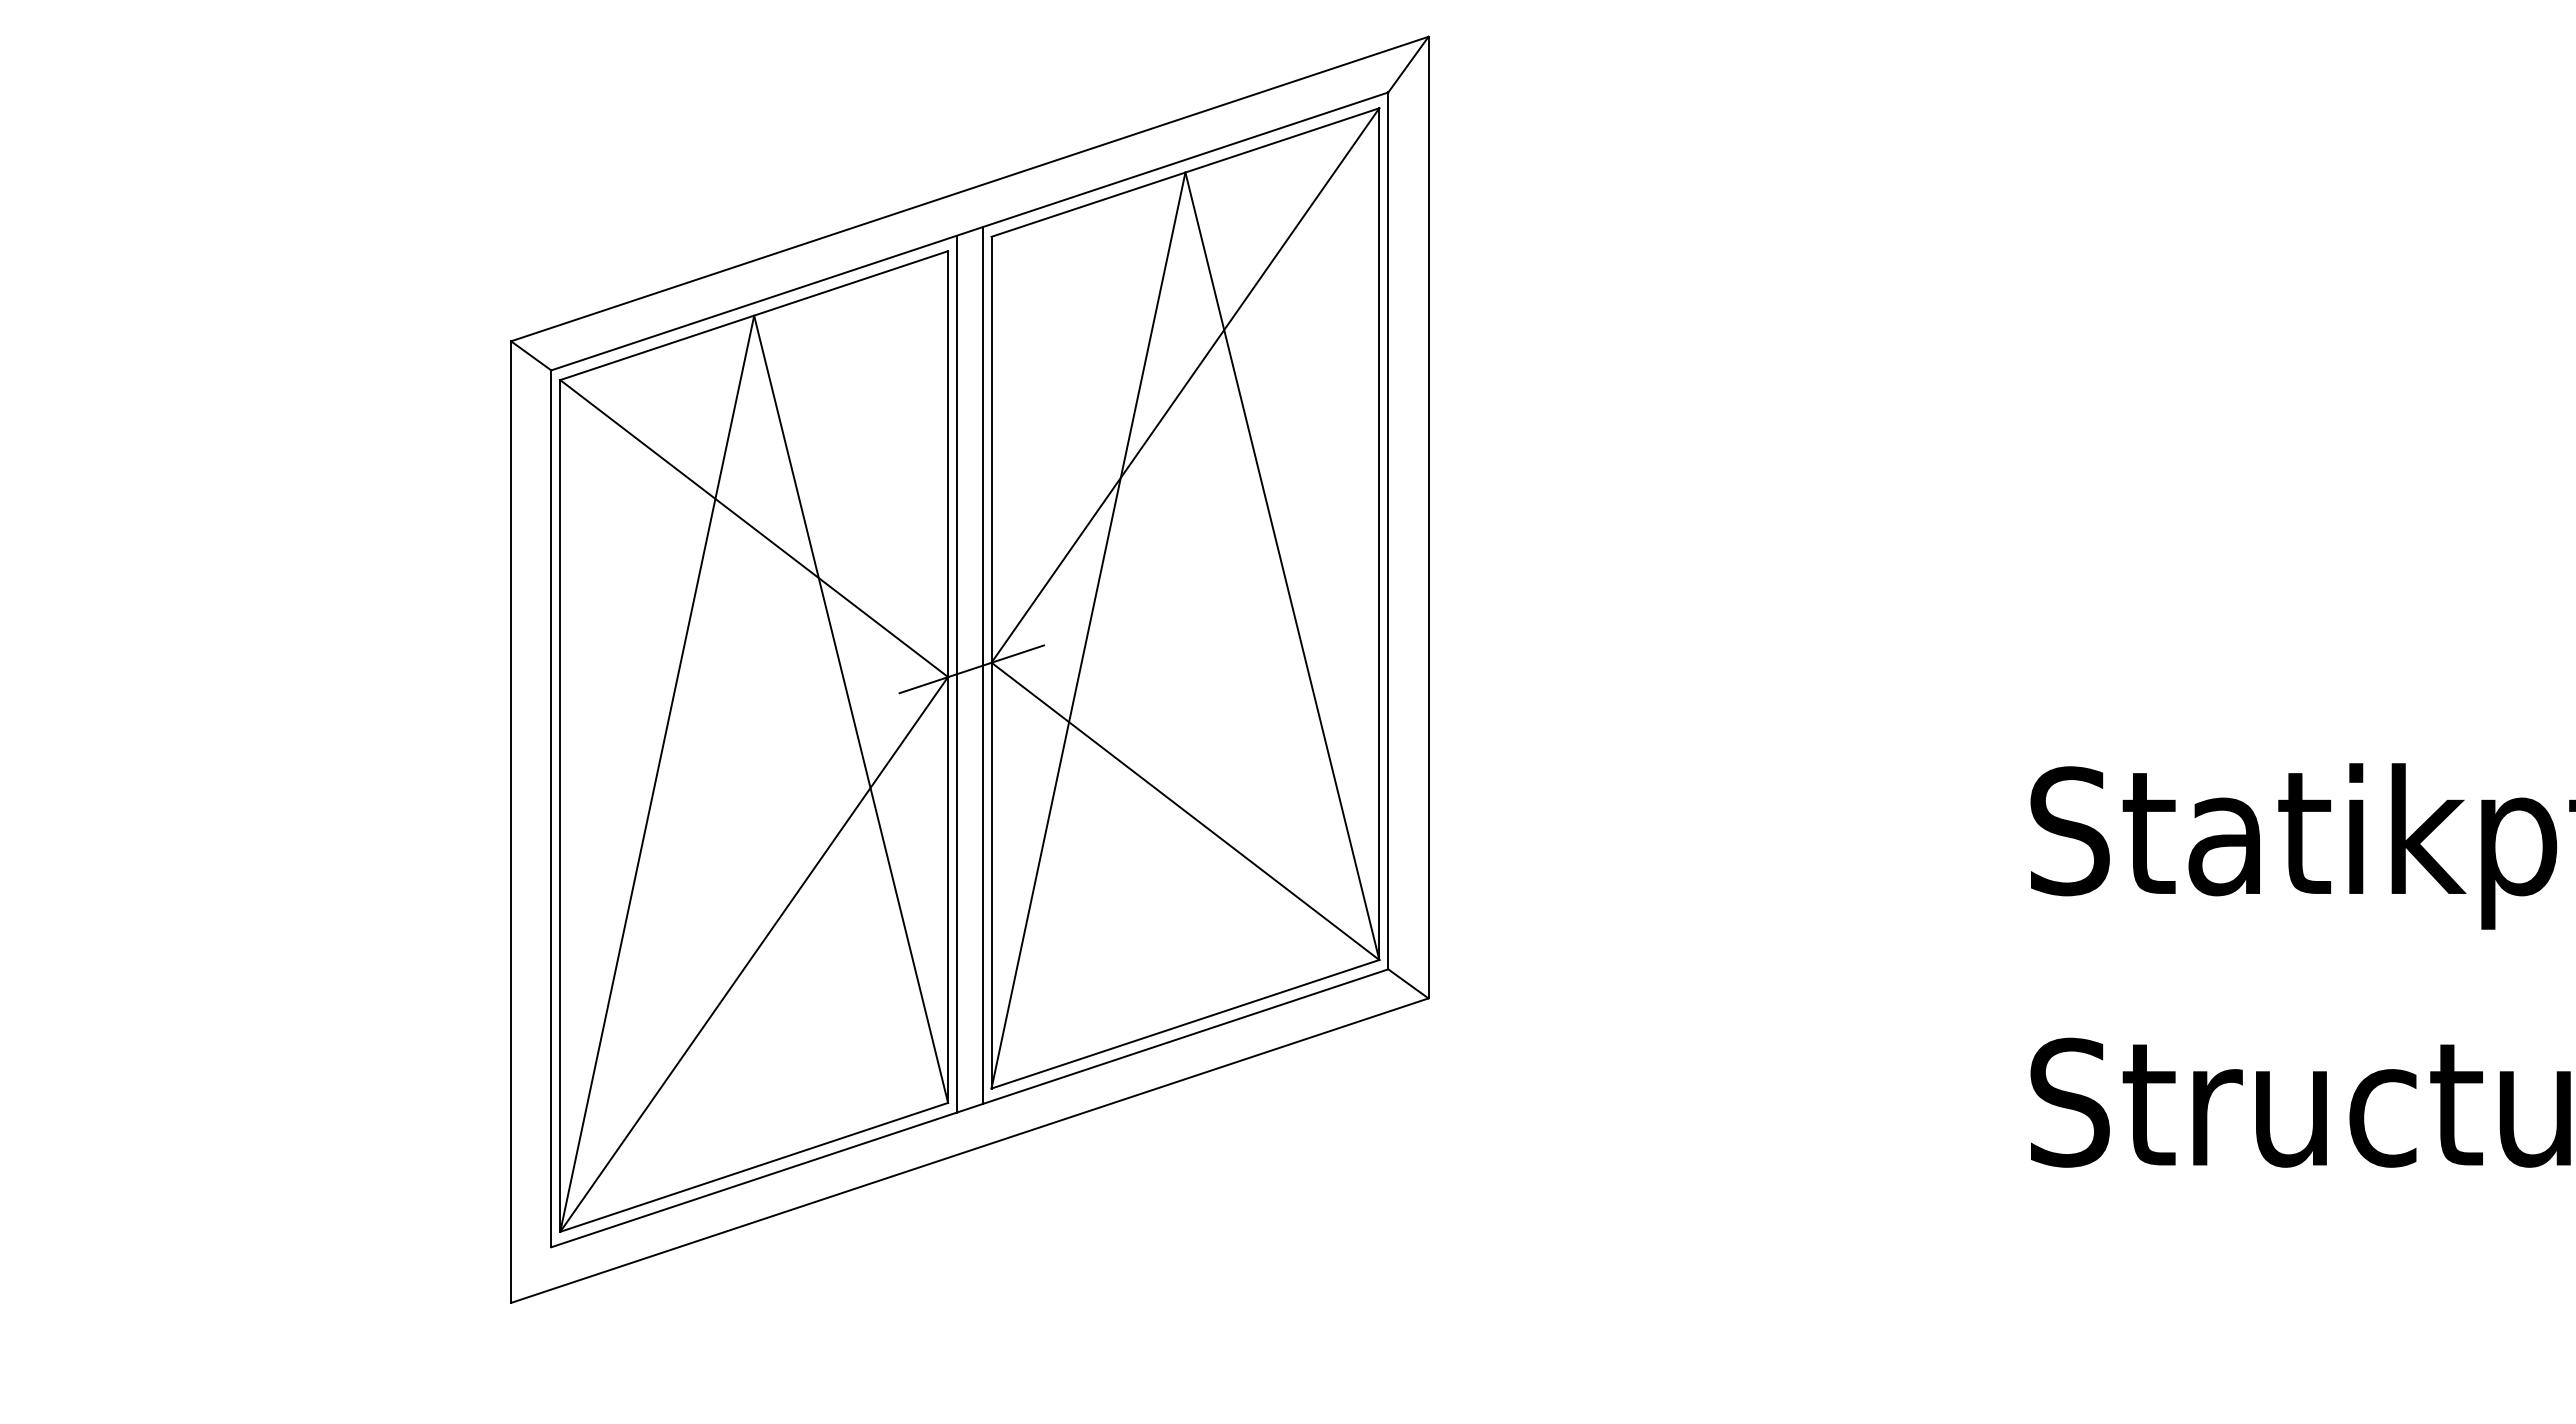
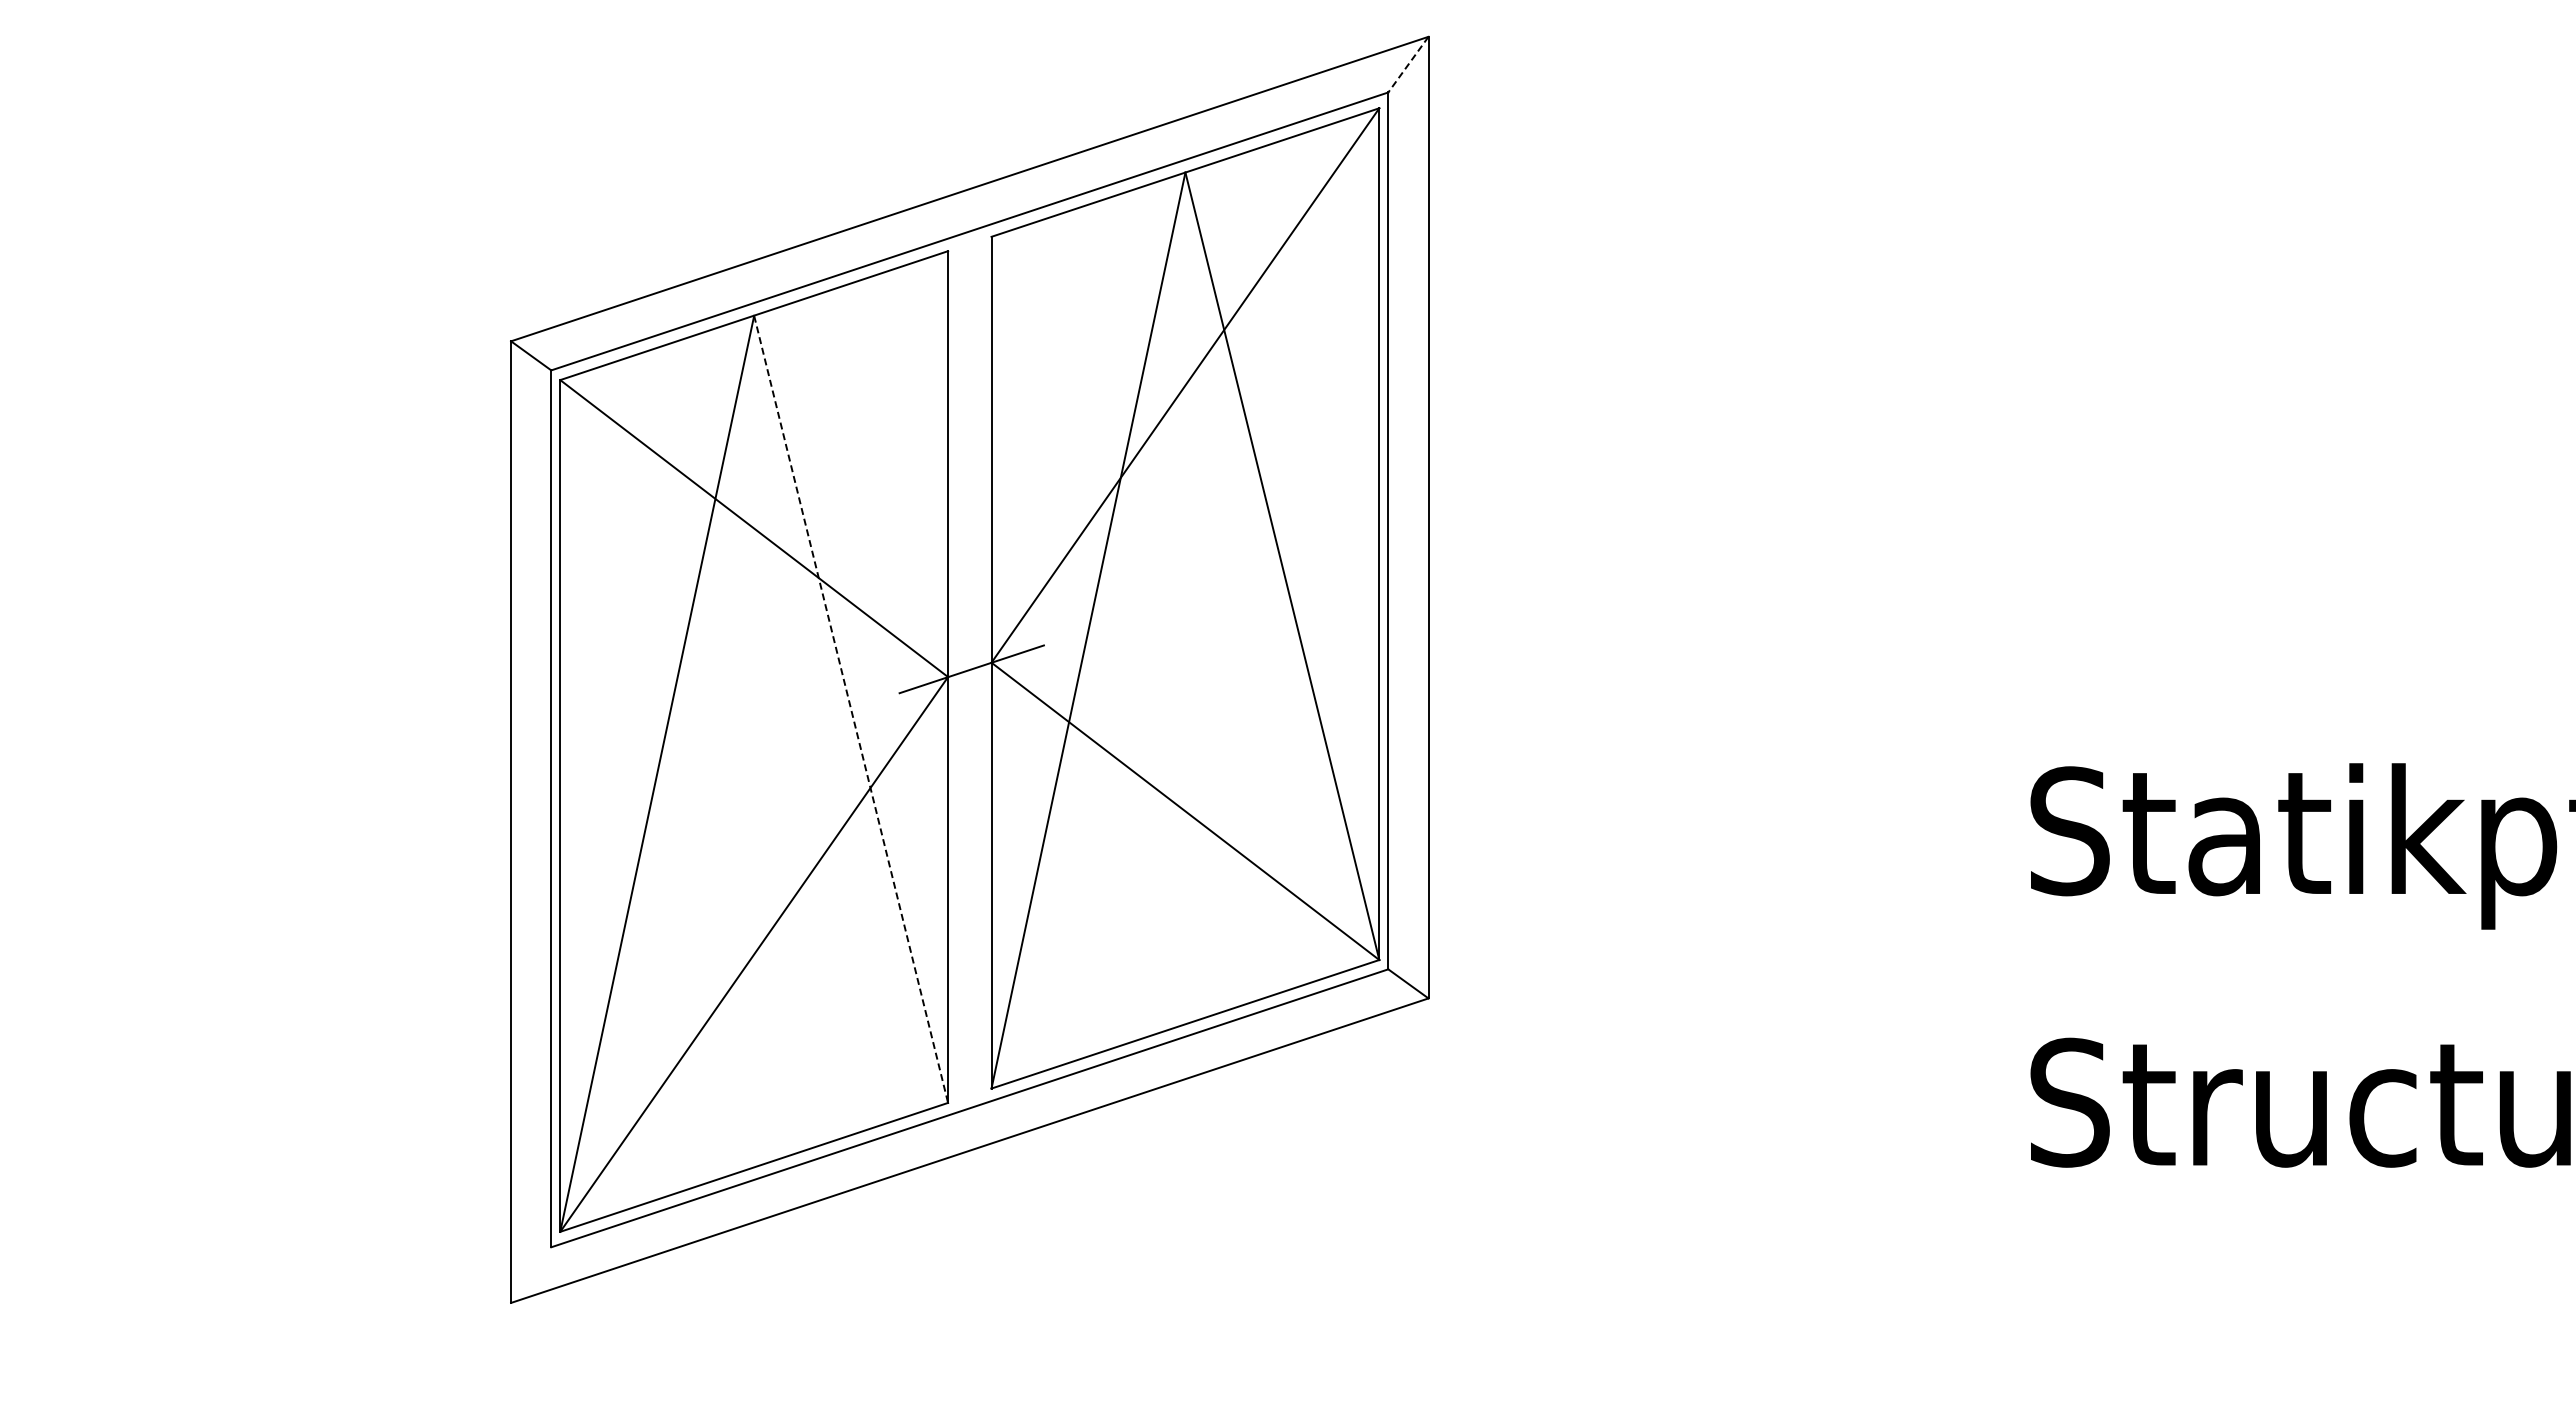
line at (1408, 65): solid -> dashed
line at (982, 665): present -> none
line at (957, 673): present -> none
line at (851, 709): solid -> dashed
